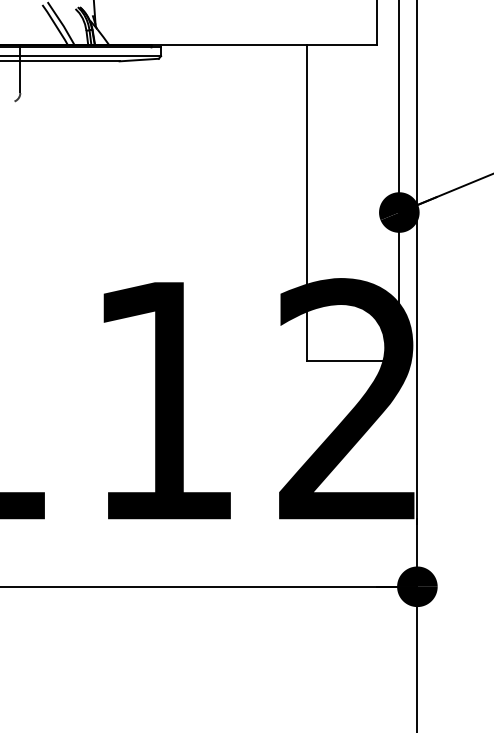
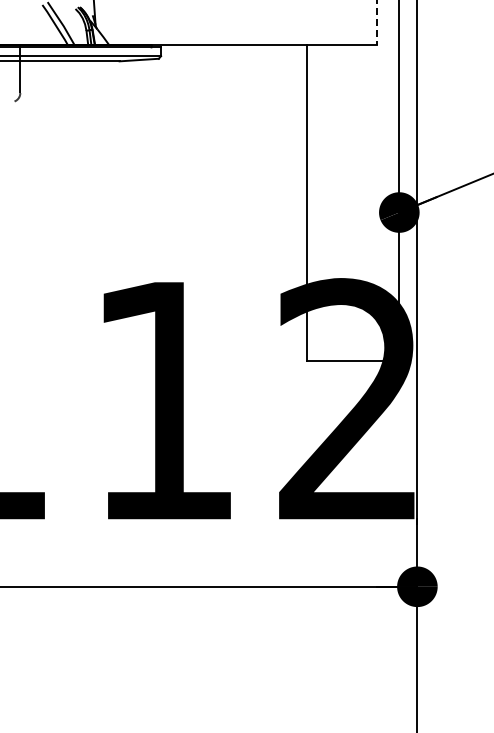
line at (376, 23): solid -> dashed
